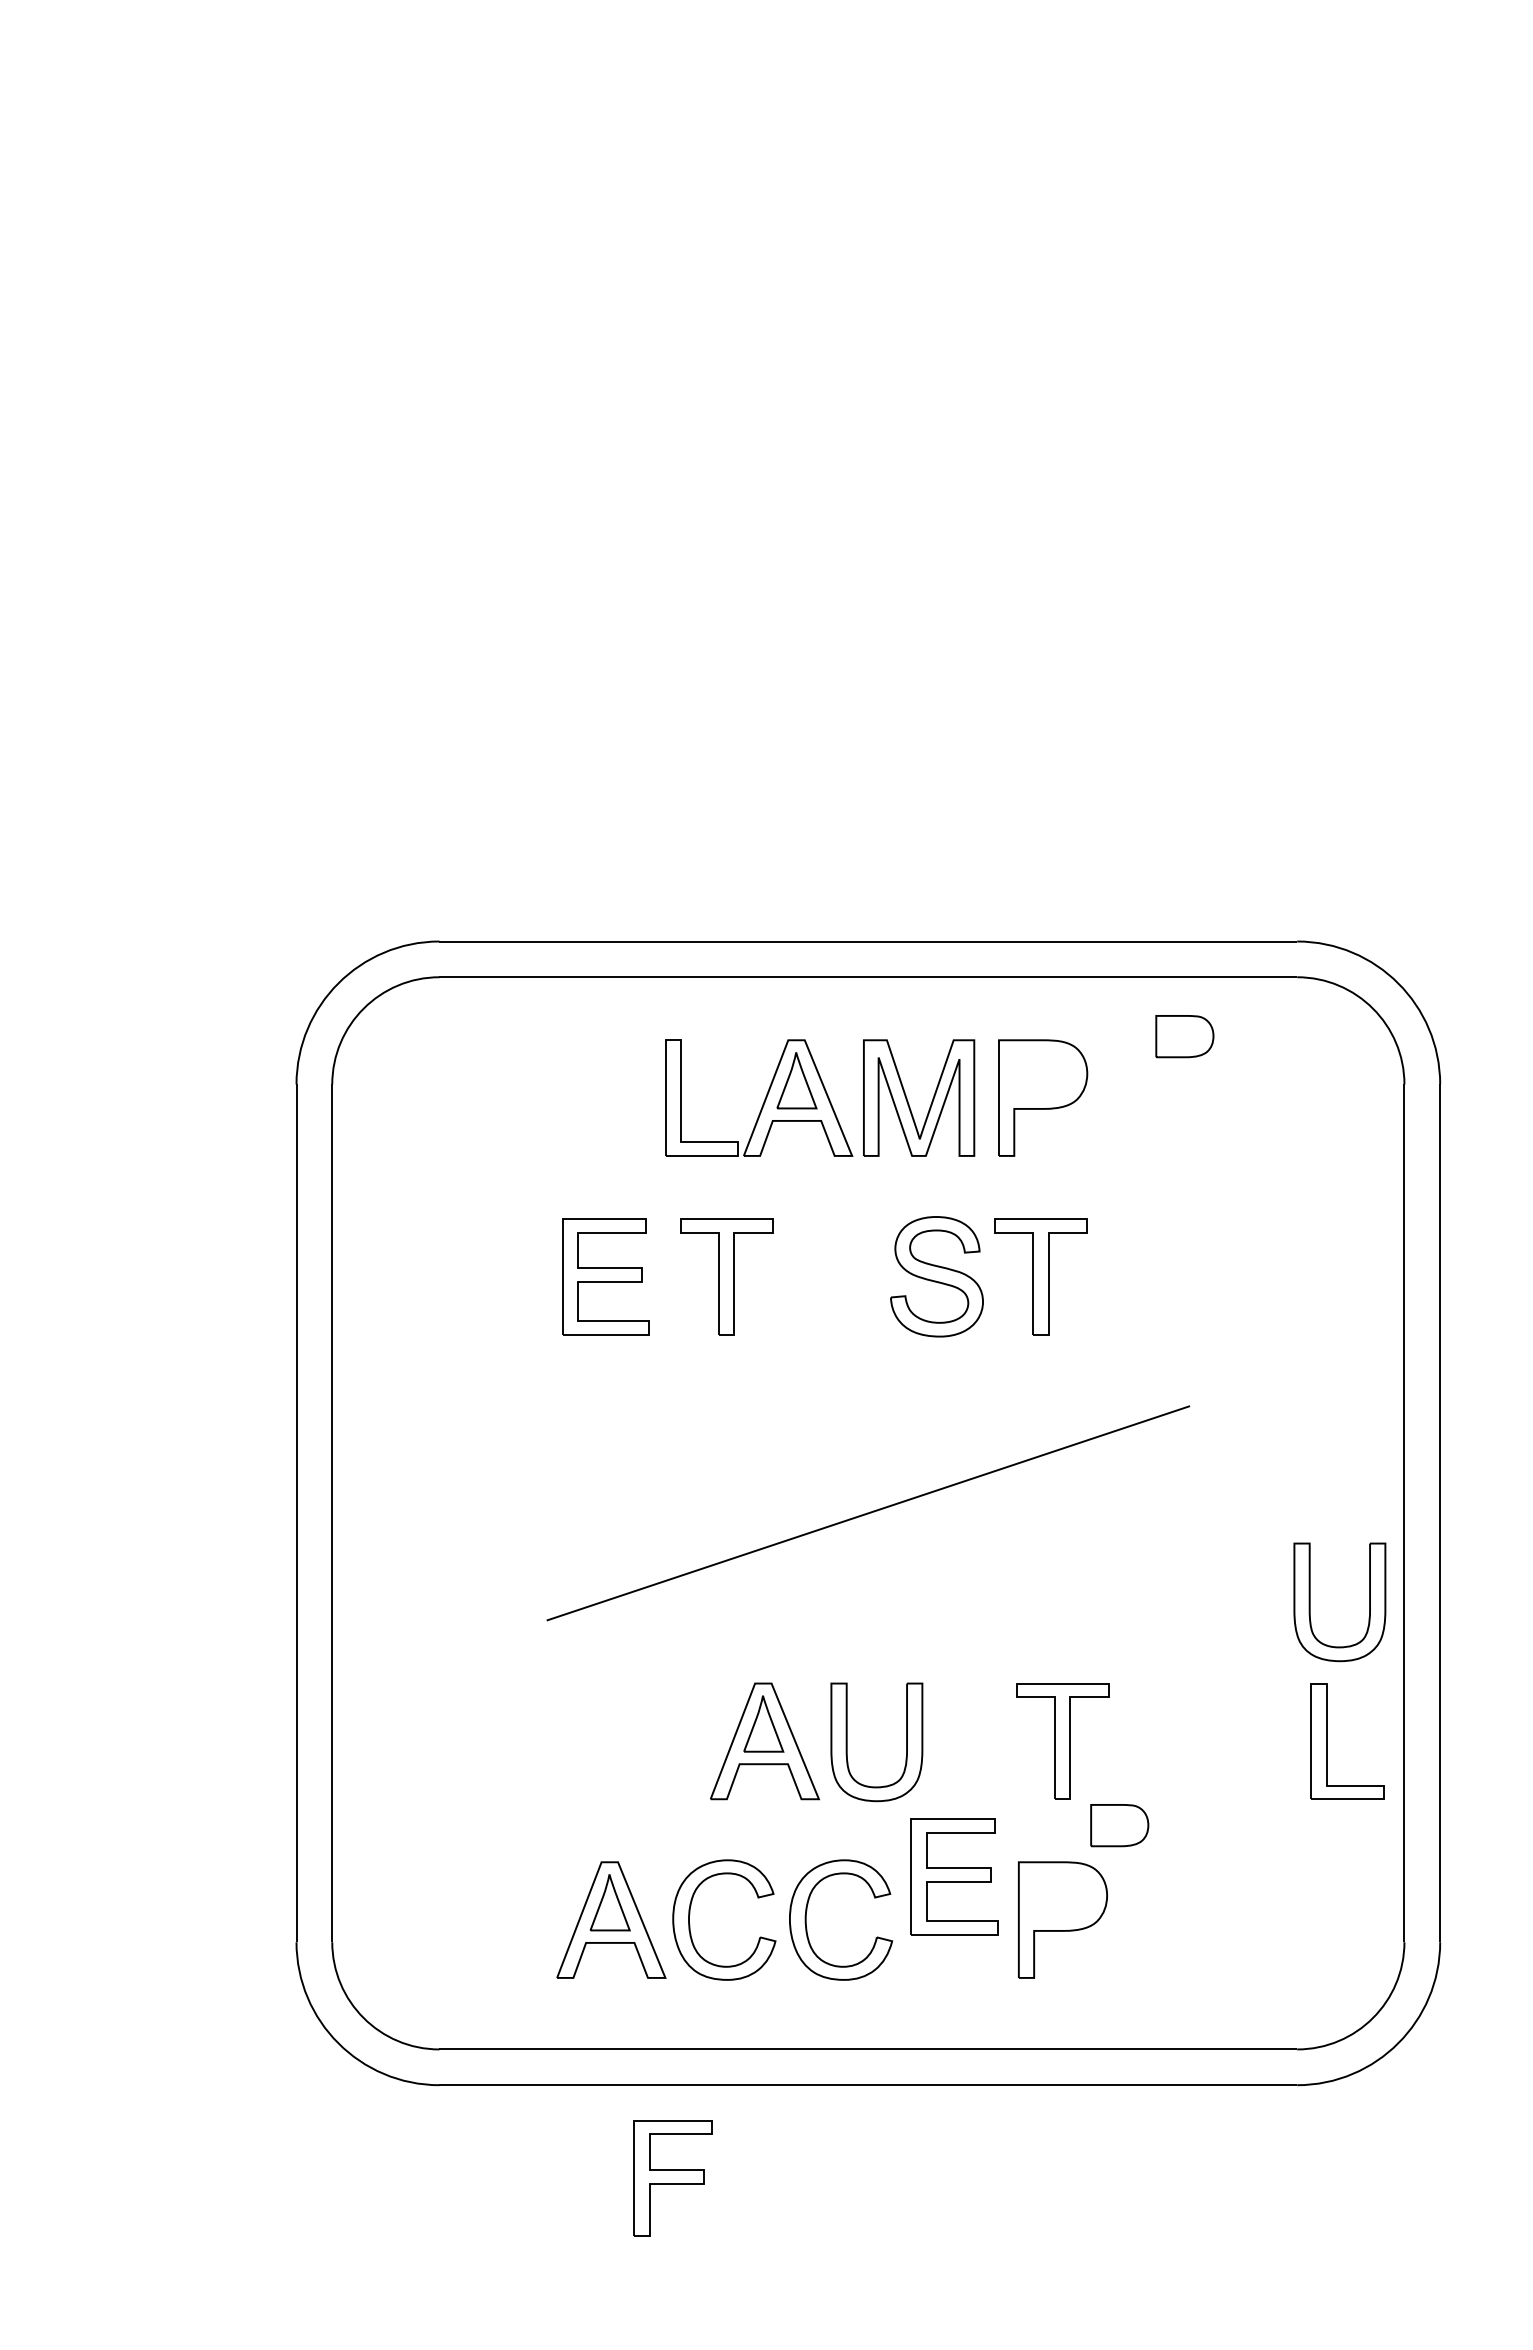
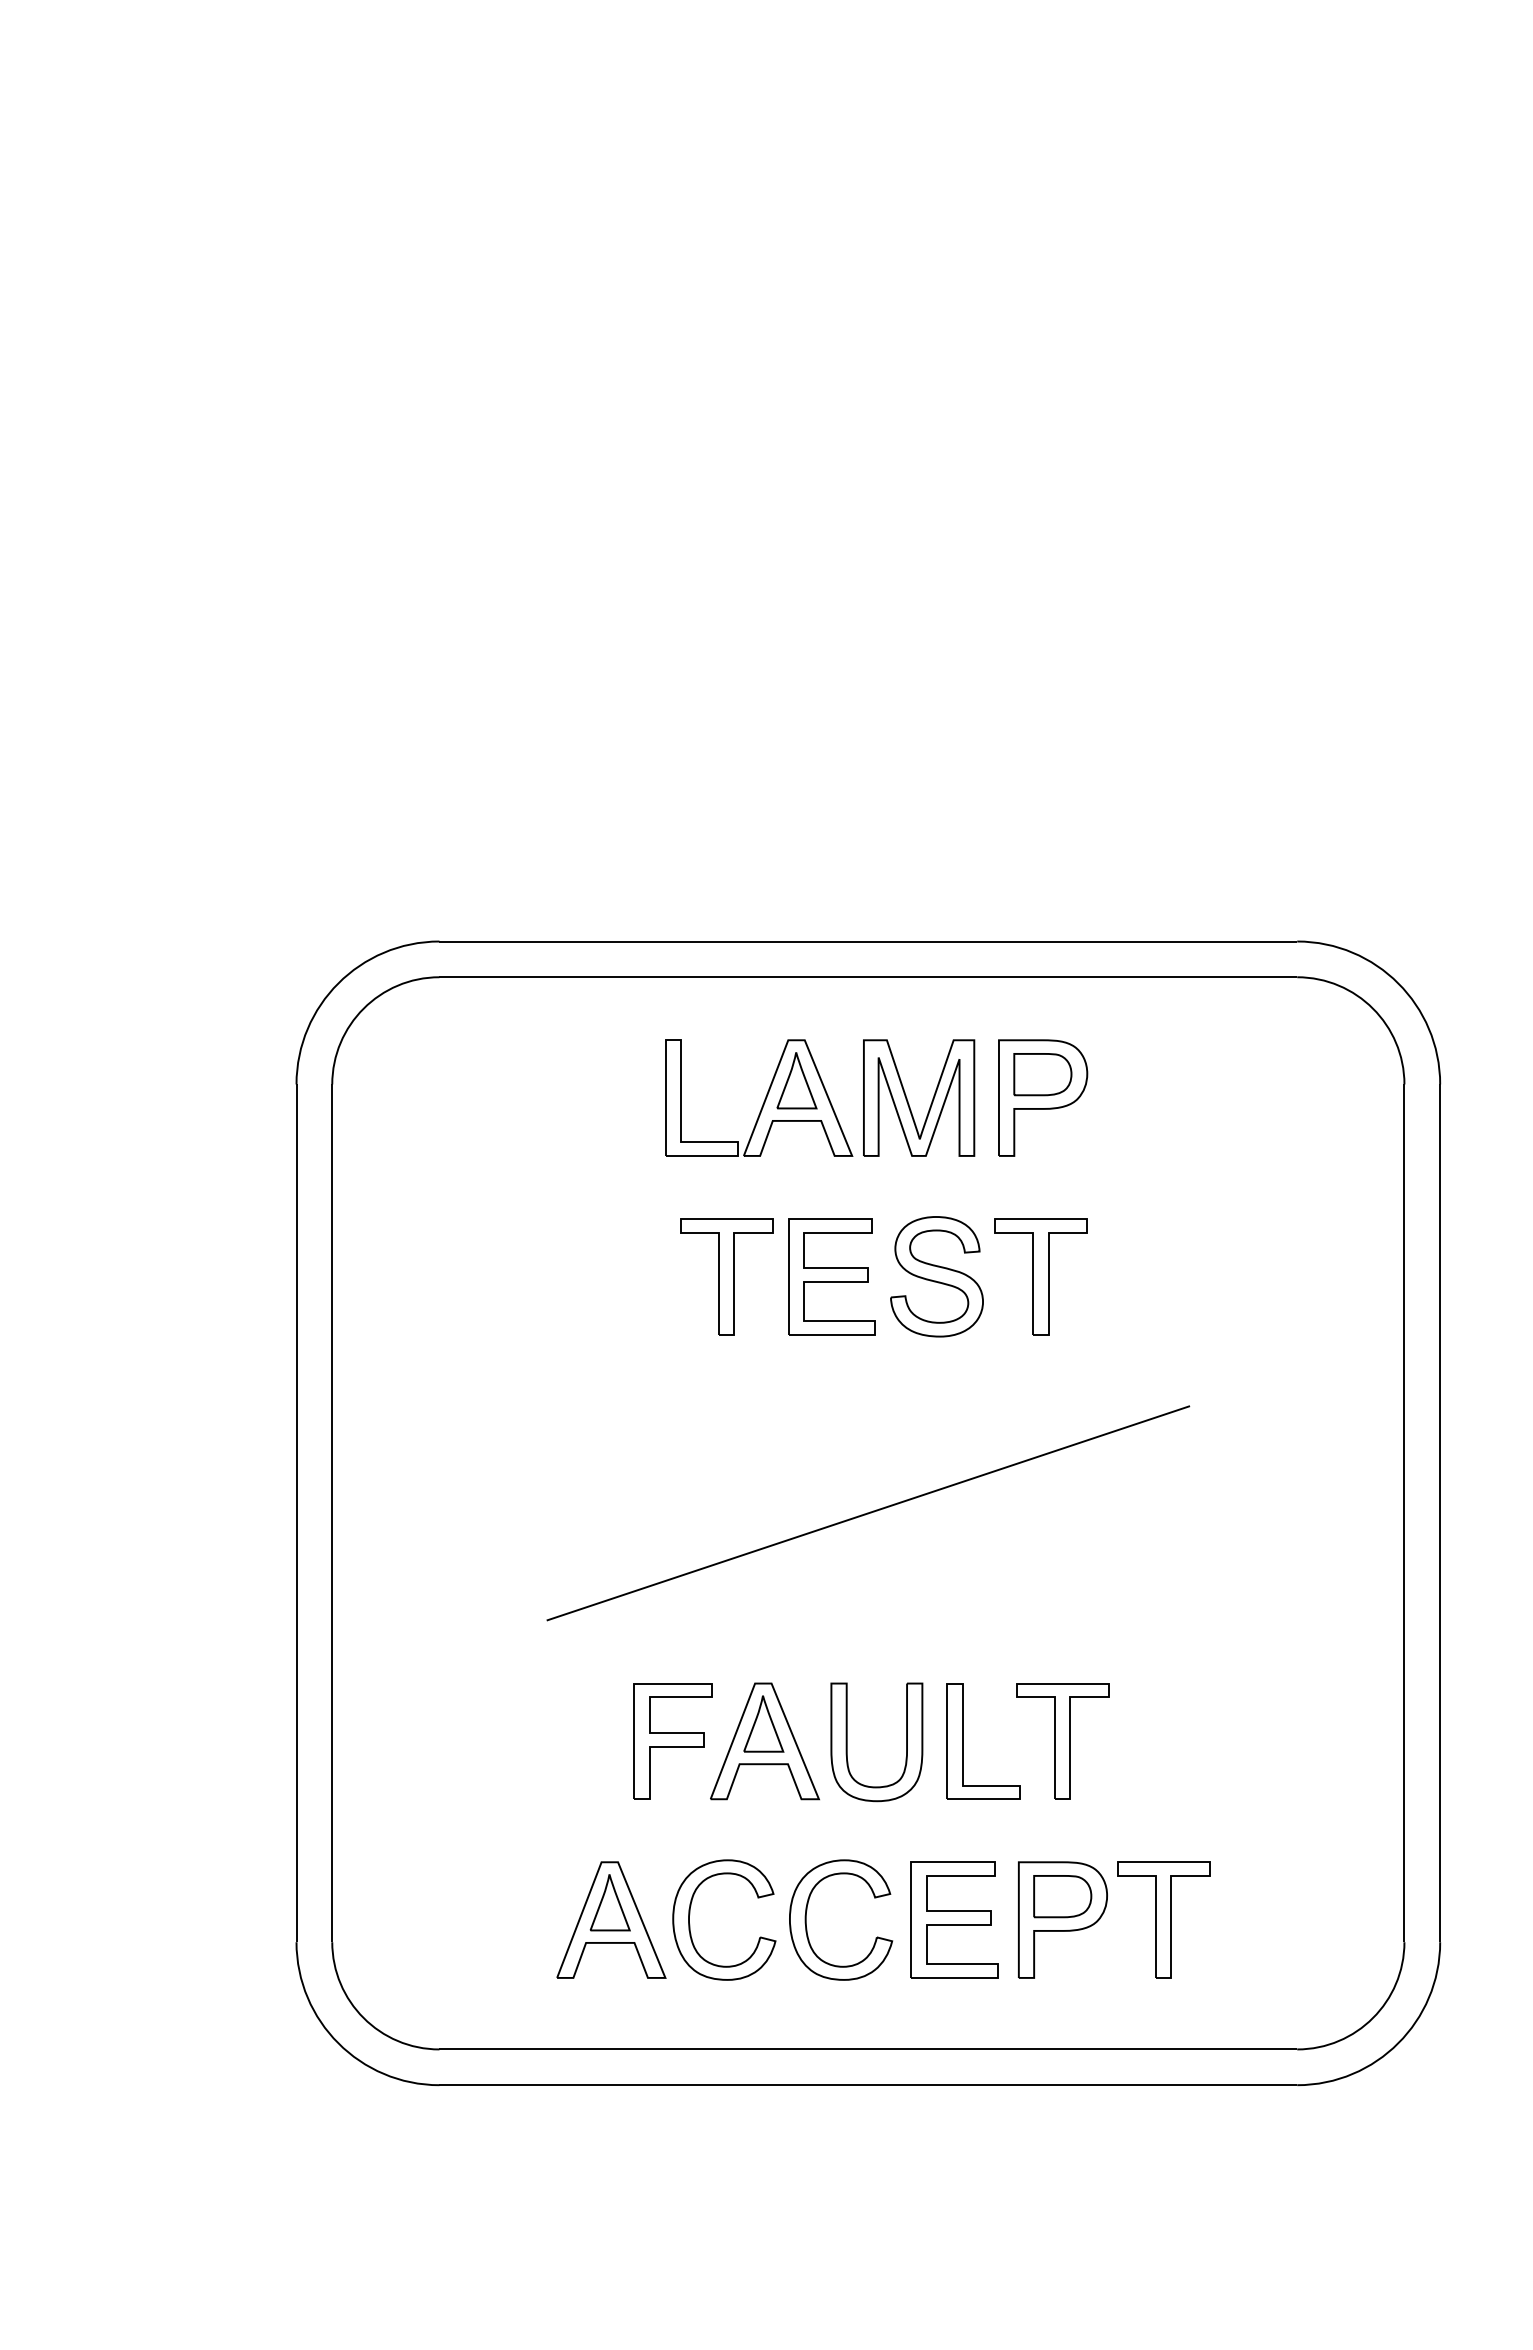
part at (1184, 1036) position: (1184, 1036) -> (1042, 1074)
part at (605, 1276) position: (605, 1276) -> (831, 1276)
part at (1310, 1602): present -> none
part at (1327, 1741) position: (1327, 1741) -> (963, 1741)
part at (1119, 1825) position: (1119, 1825) -> (1062, 1896)
part at (954, 1876) position: (954, 1876) -> (954, 1919)
part at (1163, 1919): none -> present
part at (672, 2178) position: (672, 2178) -> (672, 1741)
